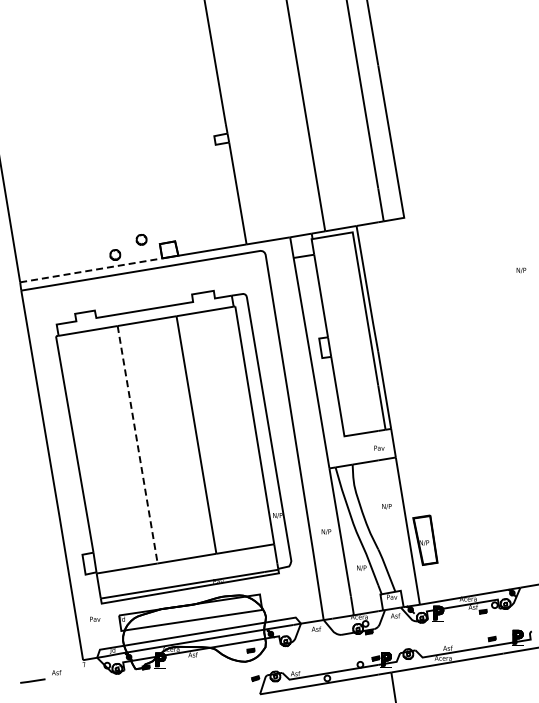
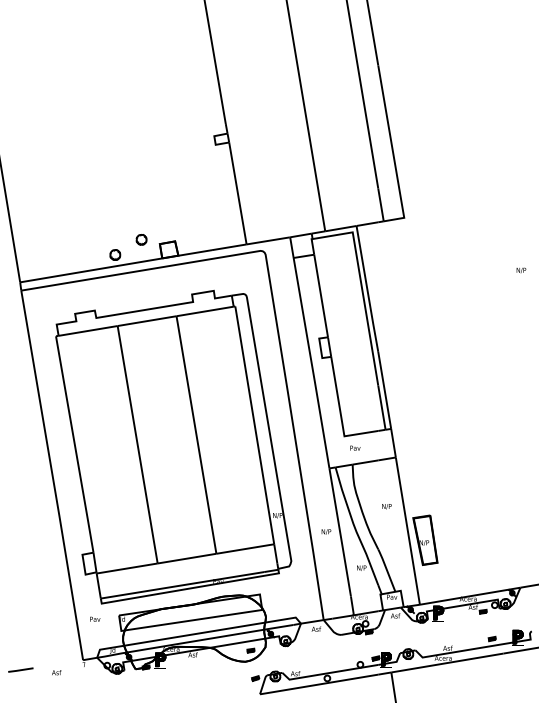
line at (91, 270): dashed -> solid
line at (137, 446): dashed -> solid
text at (379, 447) position: (379, 447) -> (355, 447)
line at (32, 680) position: (32, 680) -> (20, 669)
